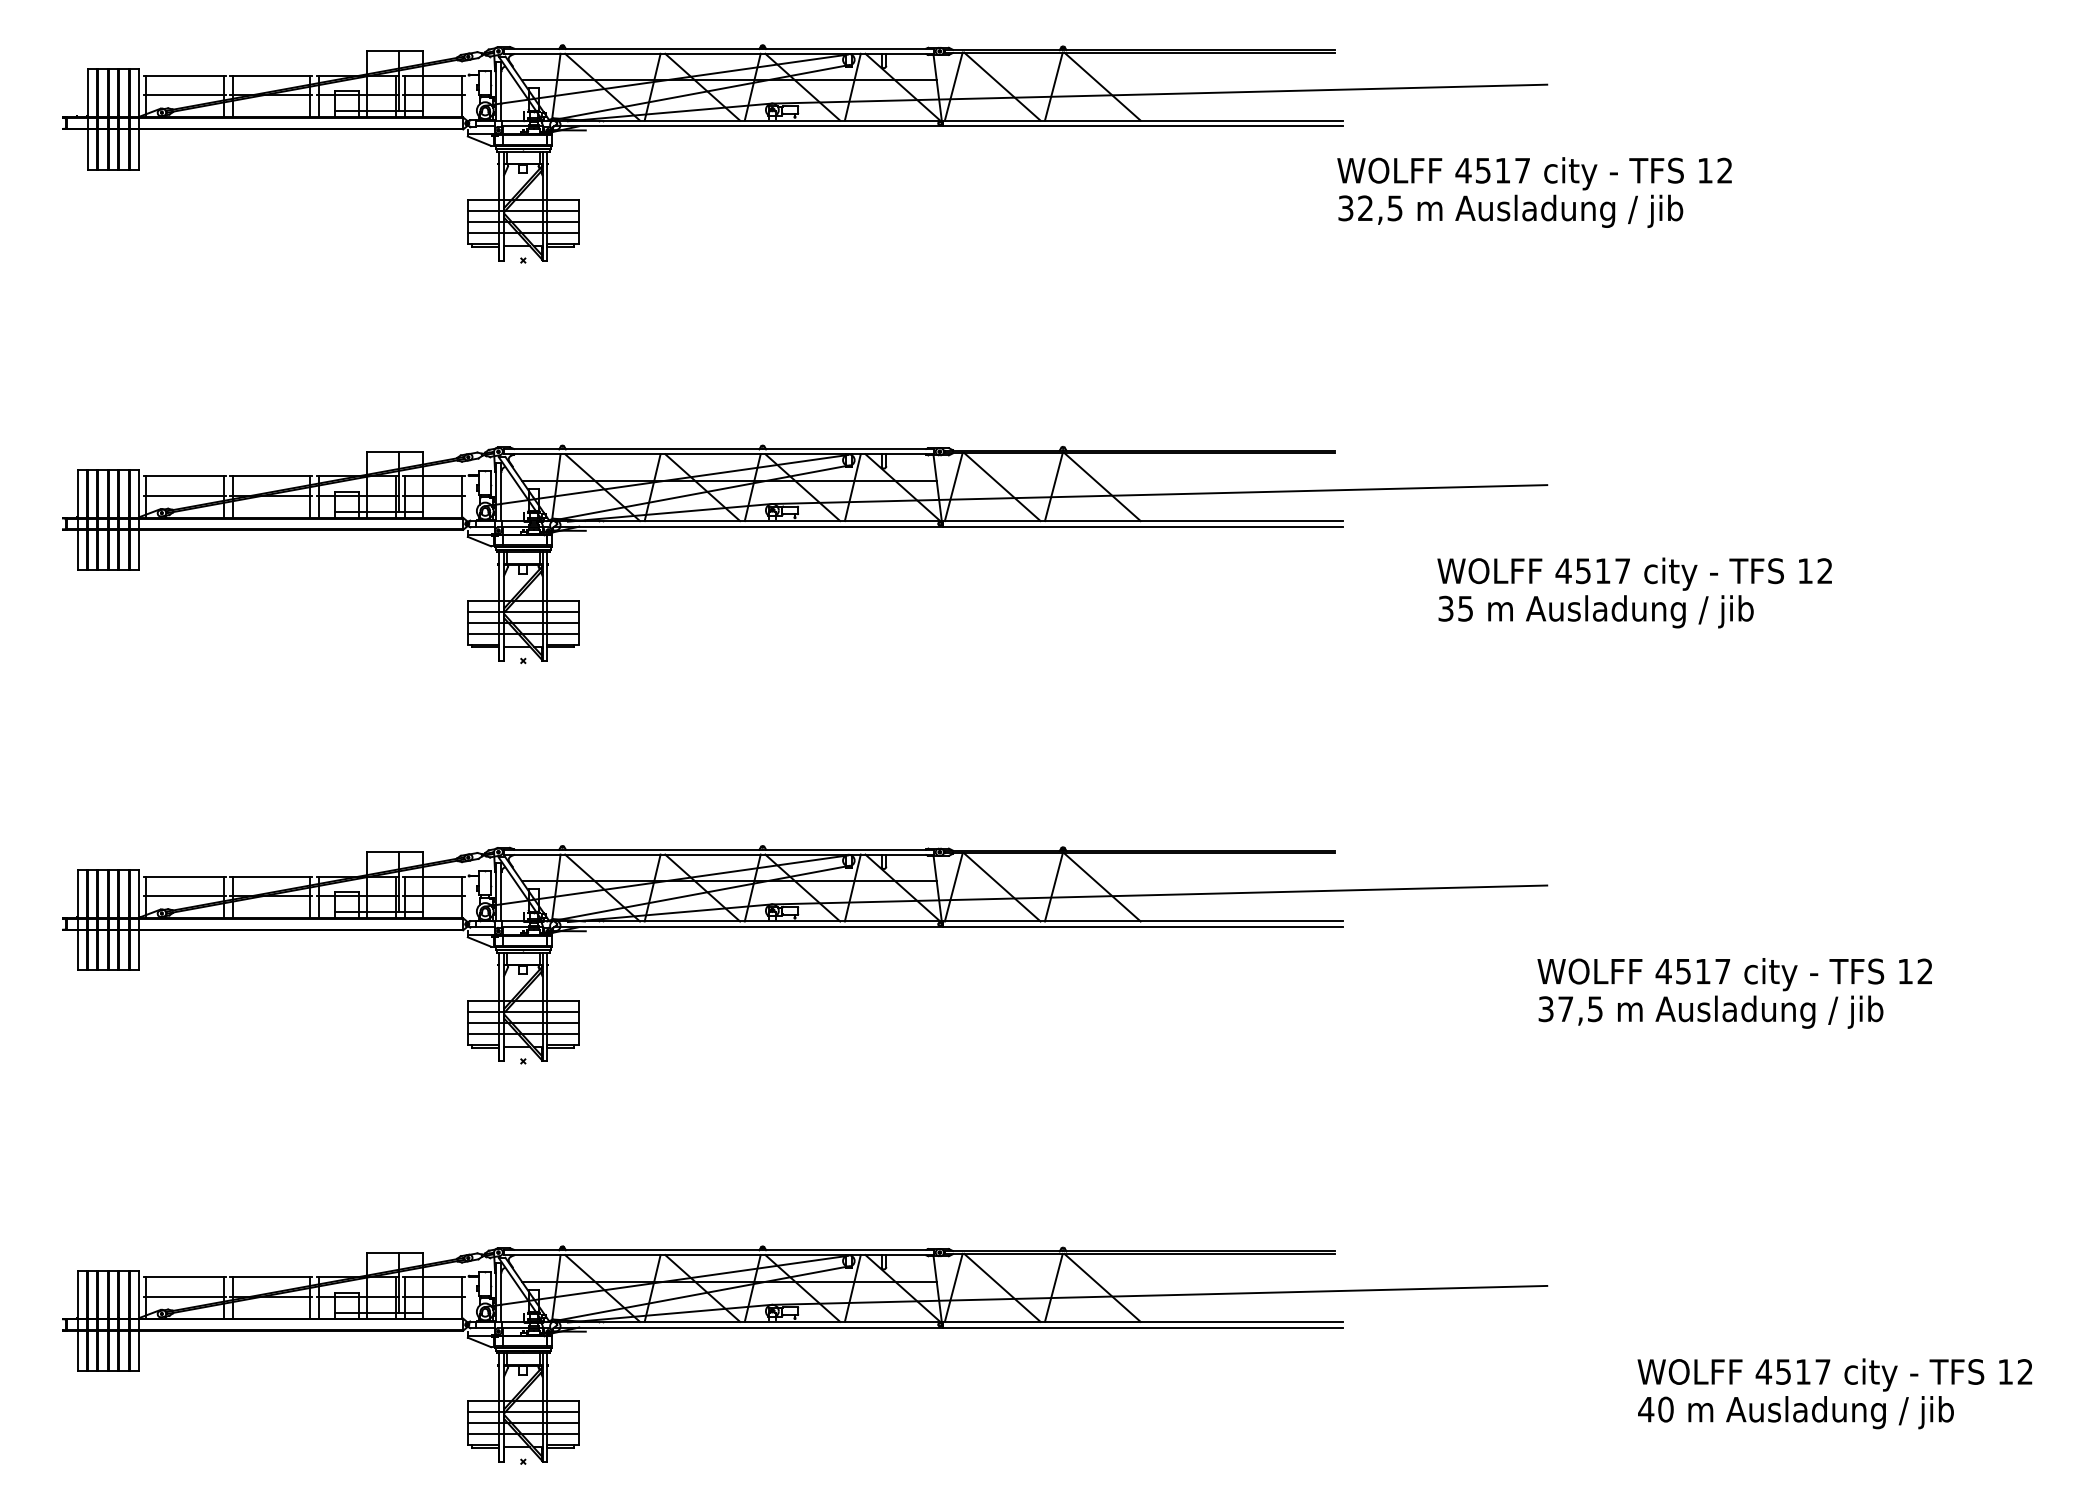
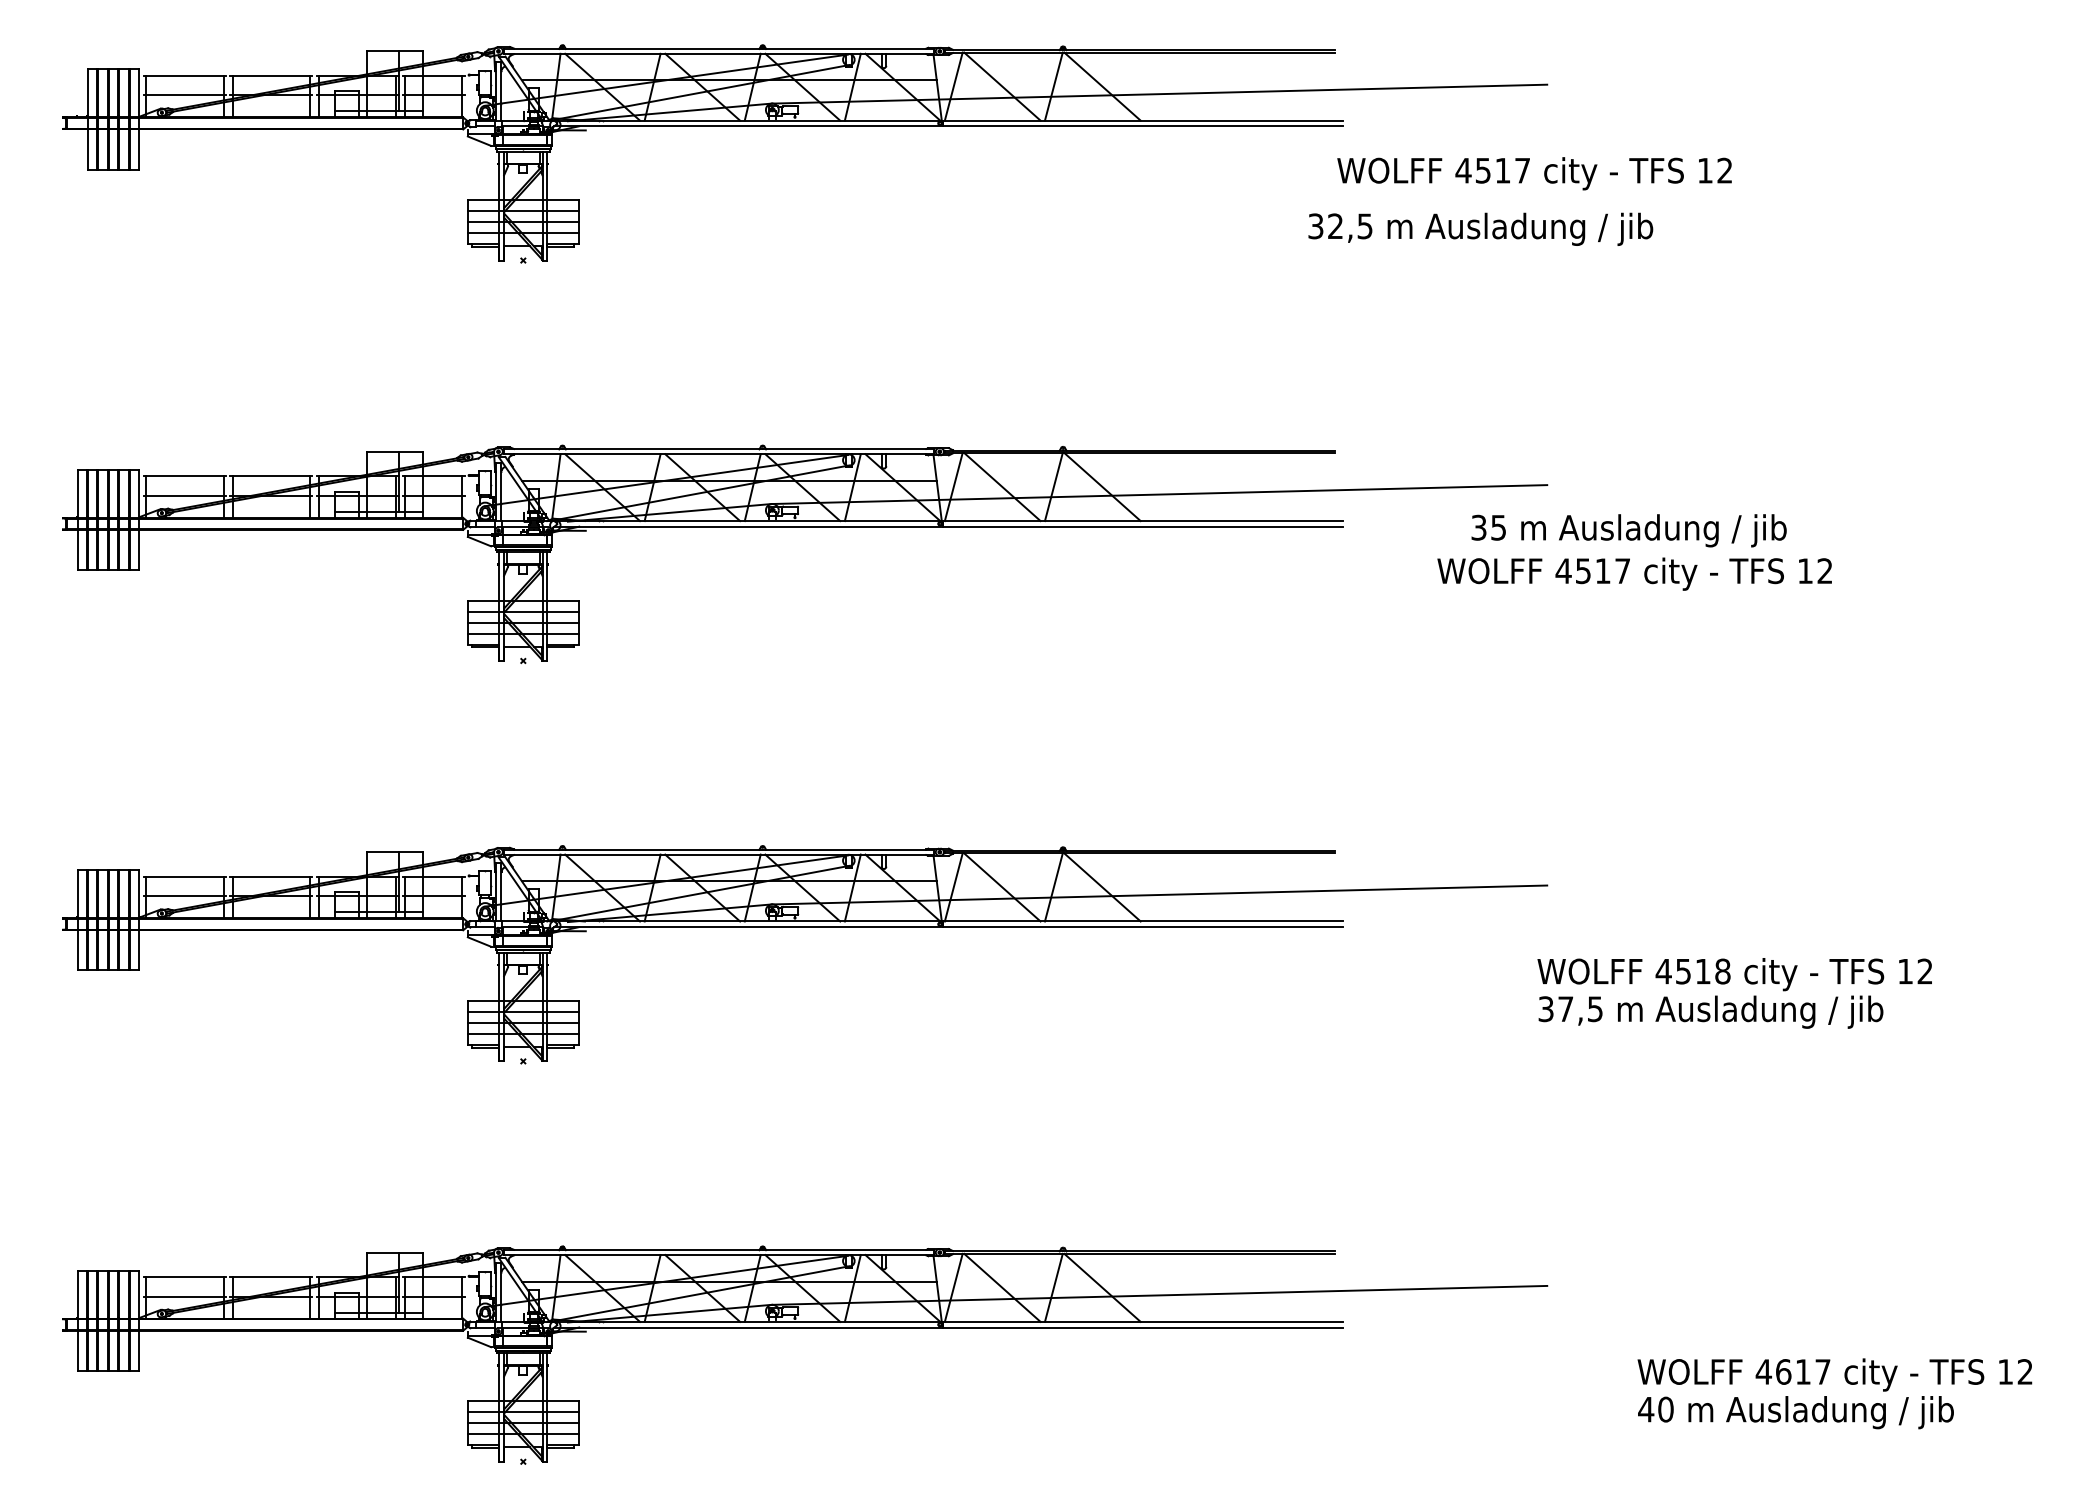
text at (1510, 210) position: (1510, 210) -> (1480, 228)
text at (1595, 611) position: (1595, 611) -> (1628, 530)
text at (1722, 971): 4517 -> 4518
text at (1783, 1371): 4517 -> 4617
